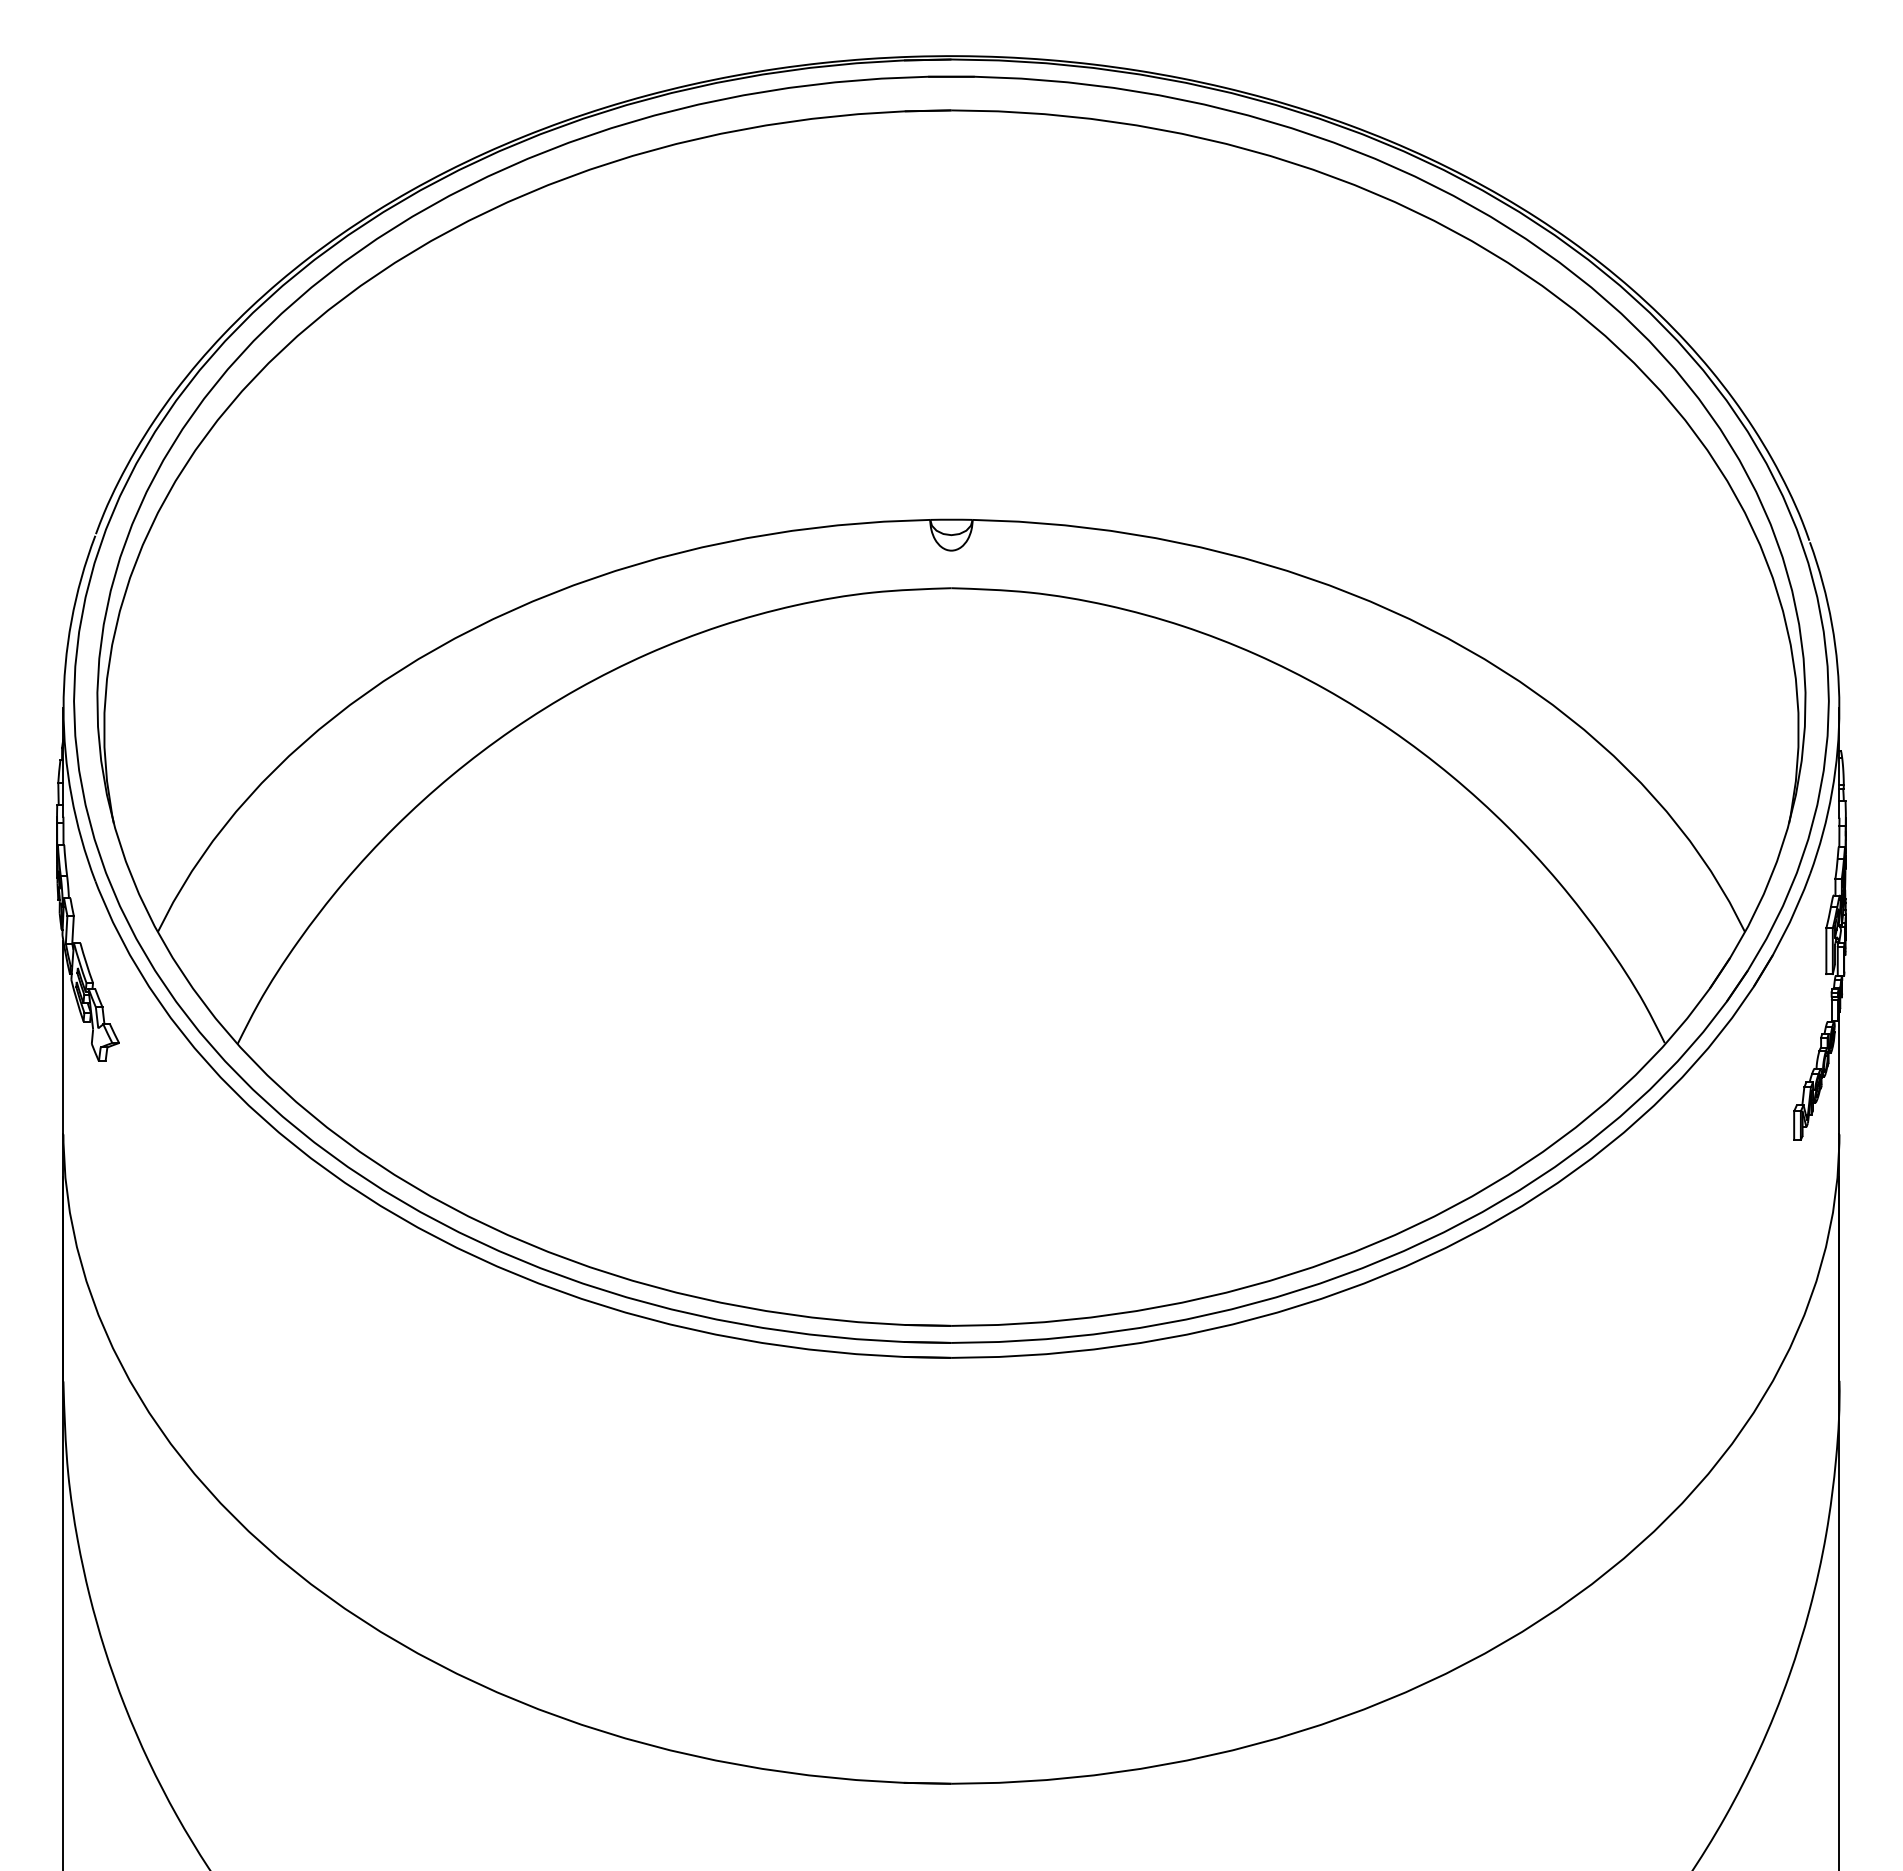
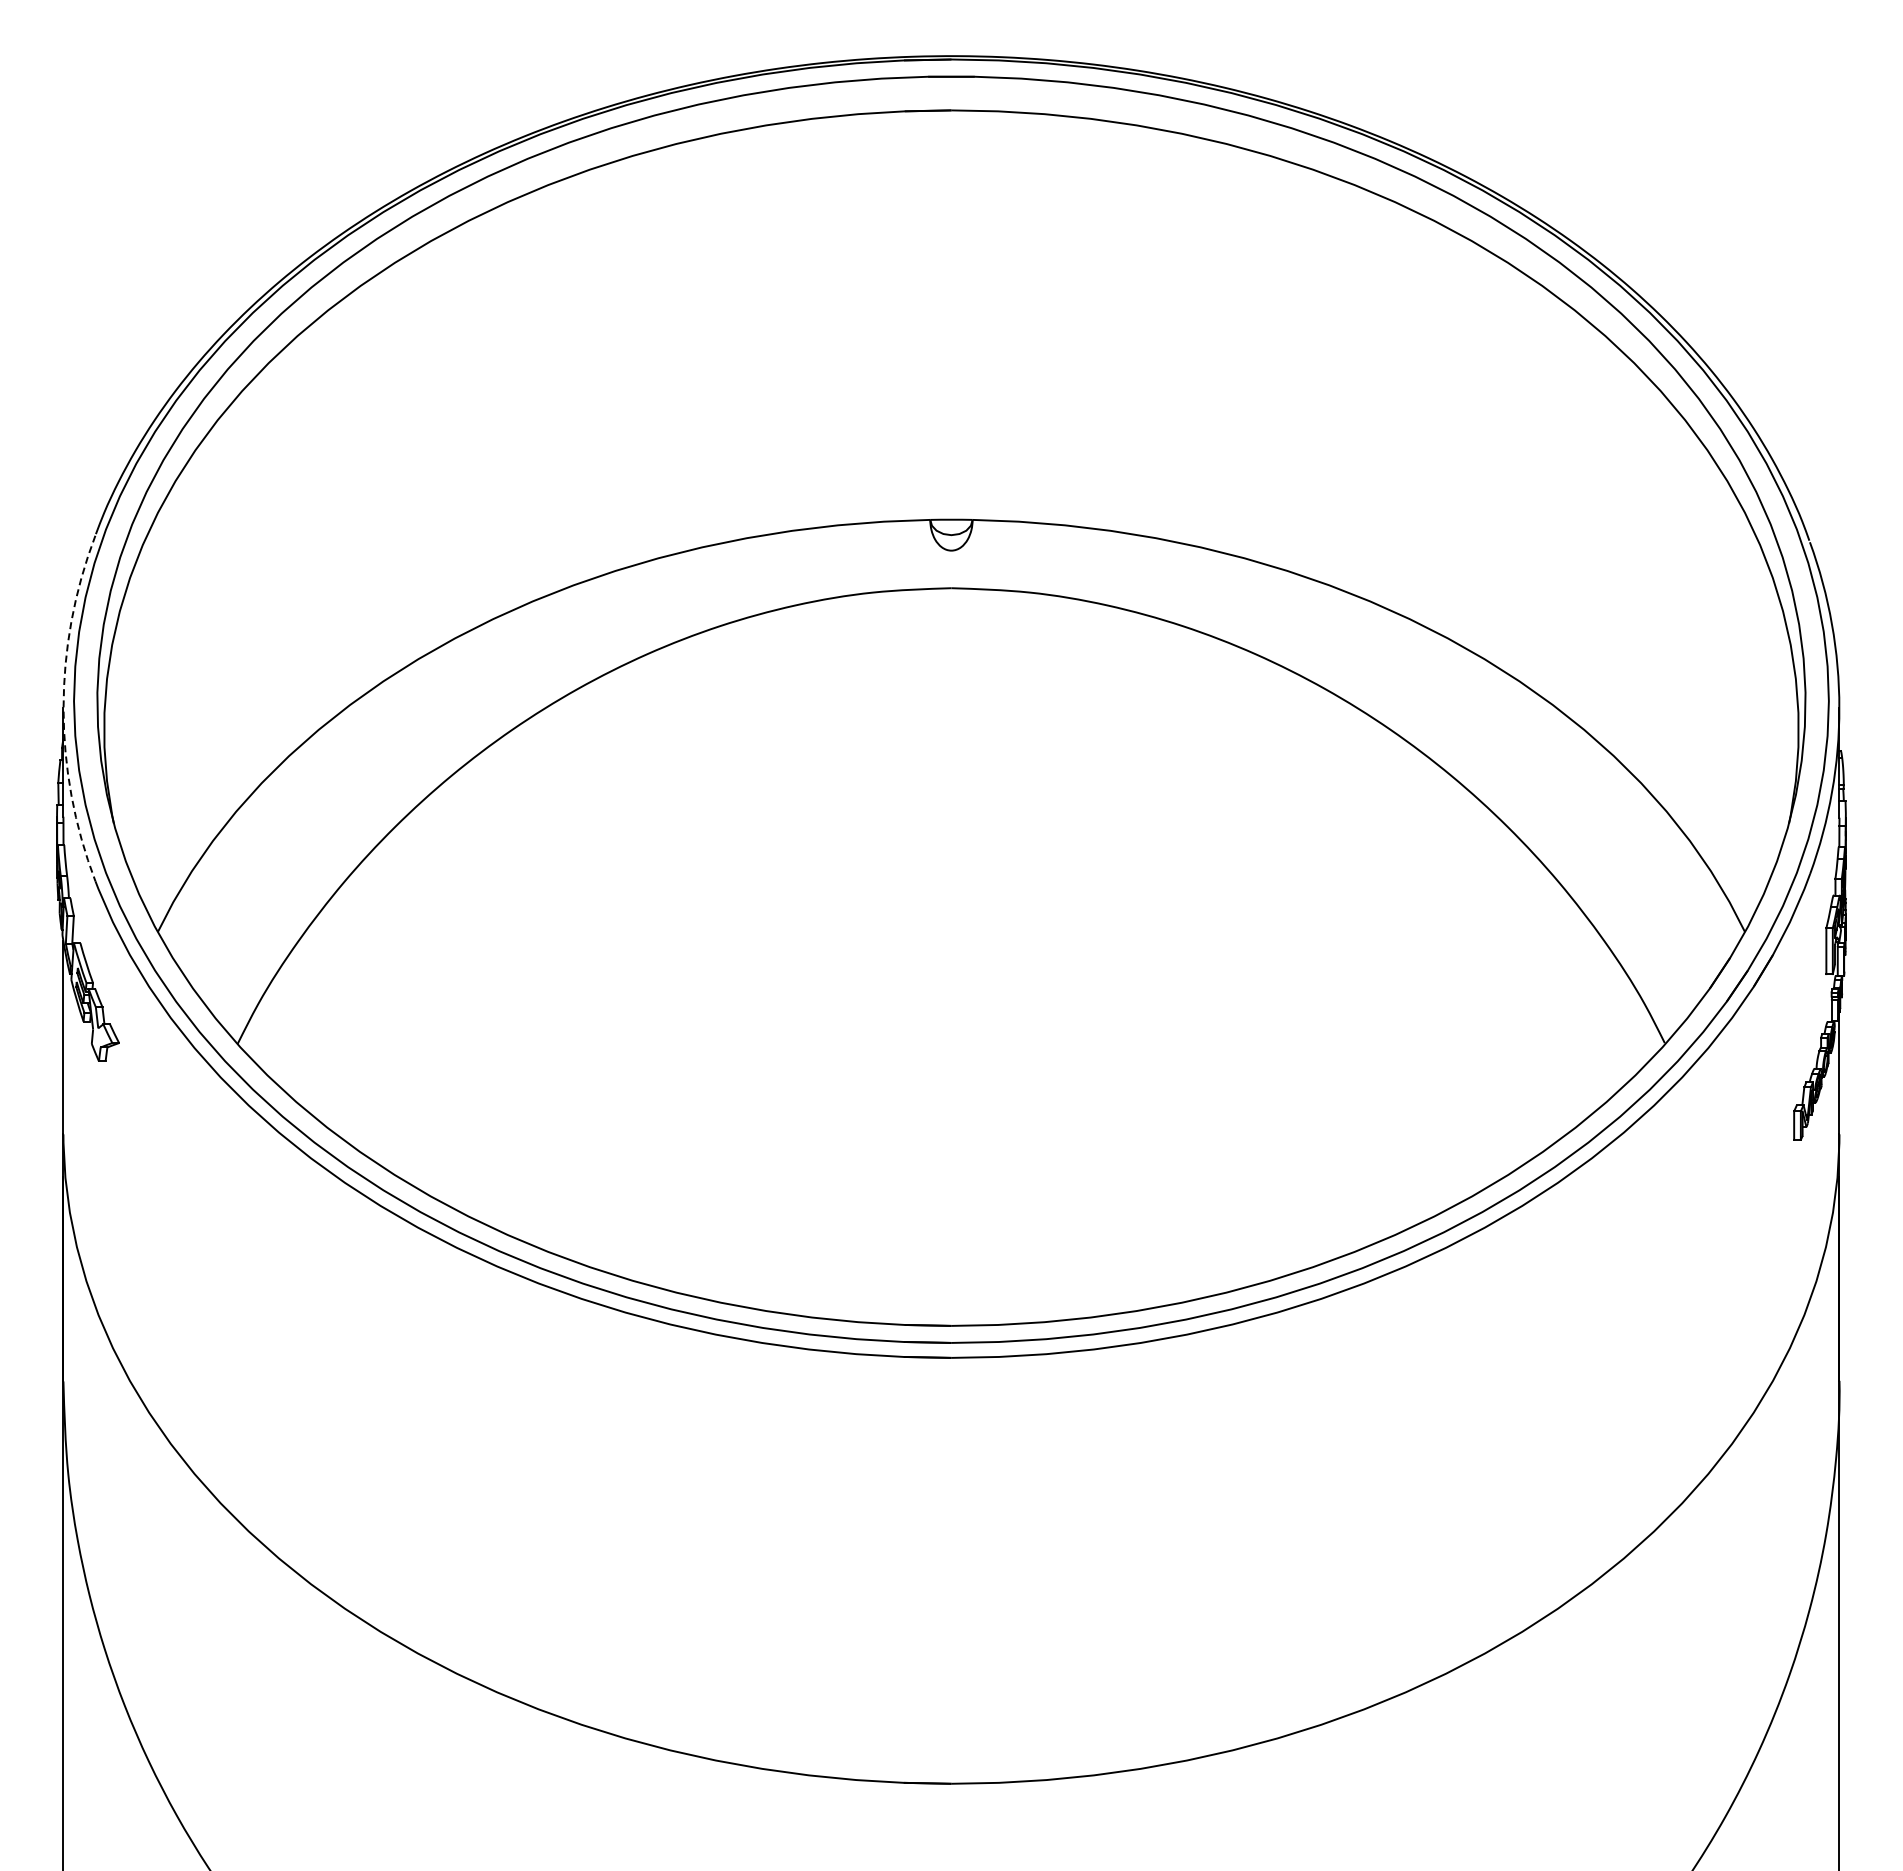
arc at (63, 708): solid -> dashed
